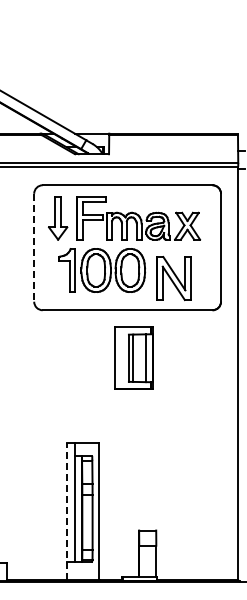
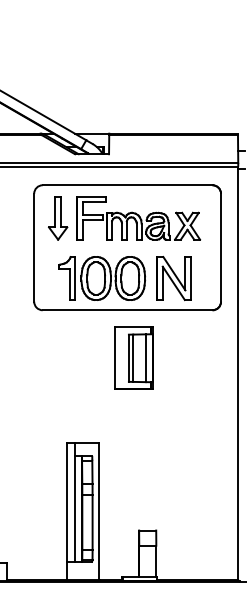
line at (34, 247): dashed -> solid
part at (102, 270) position: (102, 270) -> (102, 278)
line at (67, 511): dashed -> solid
